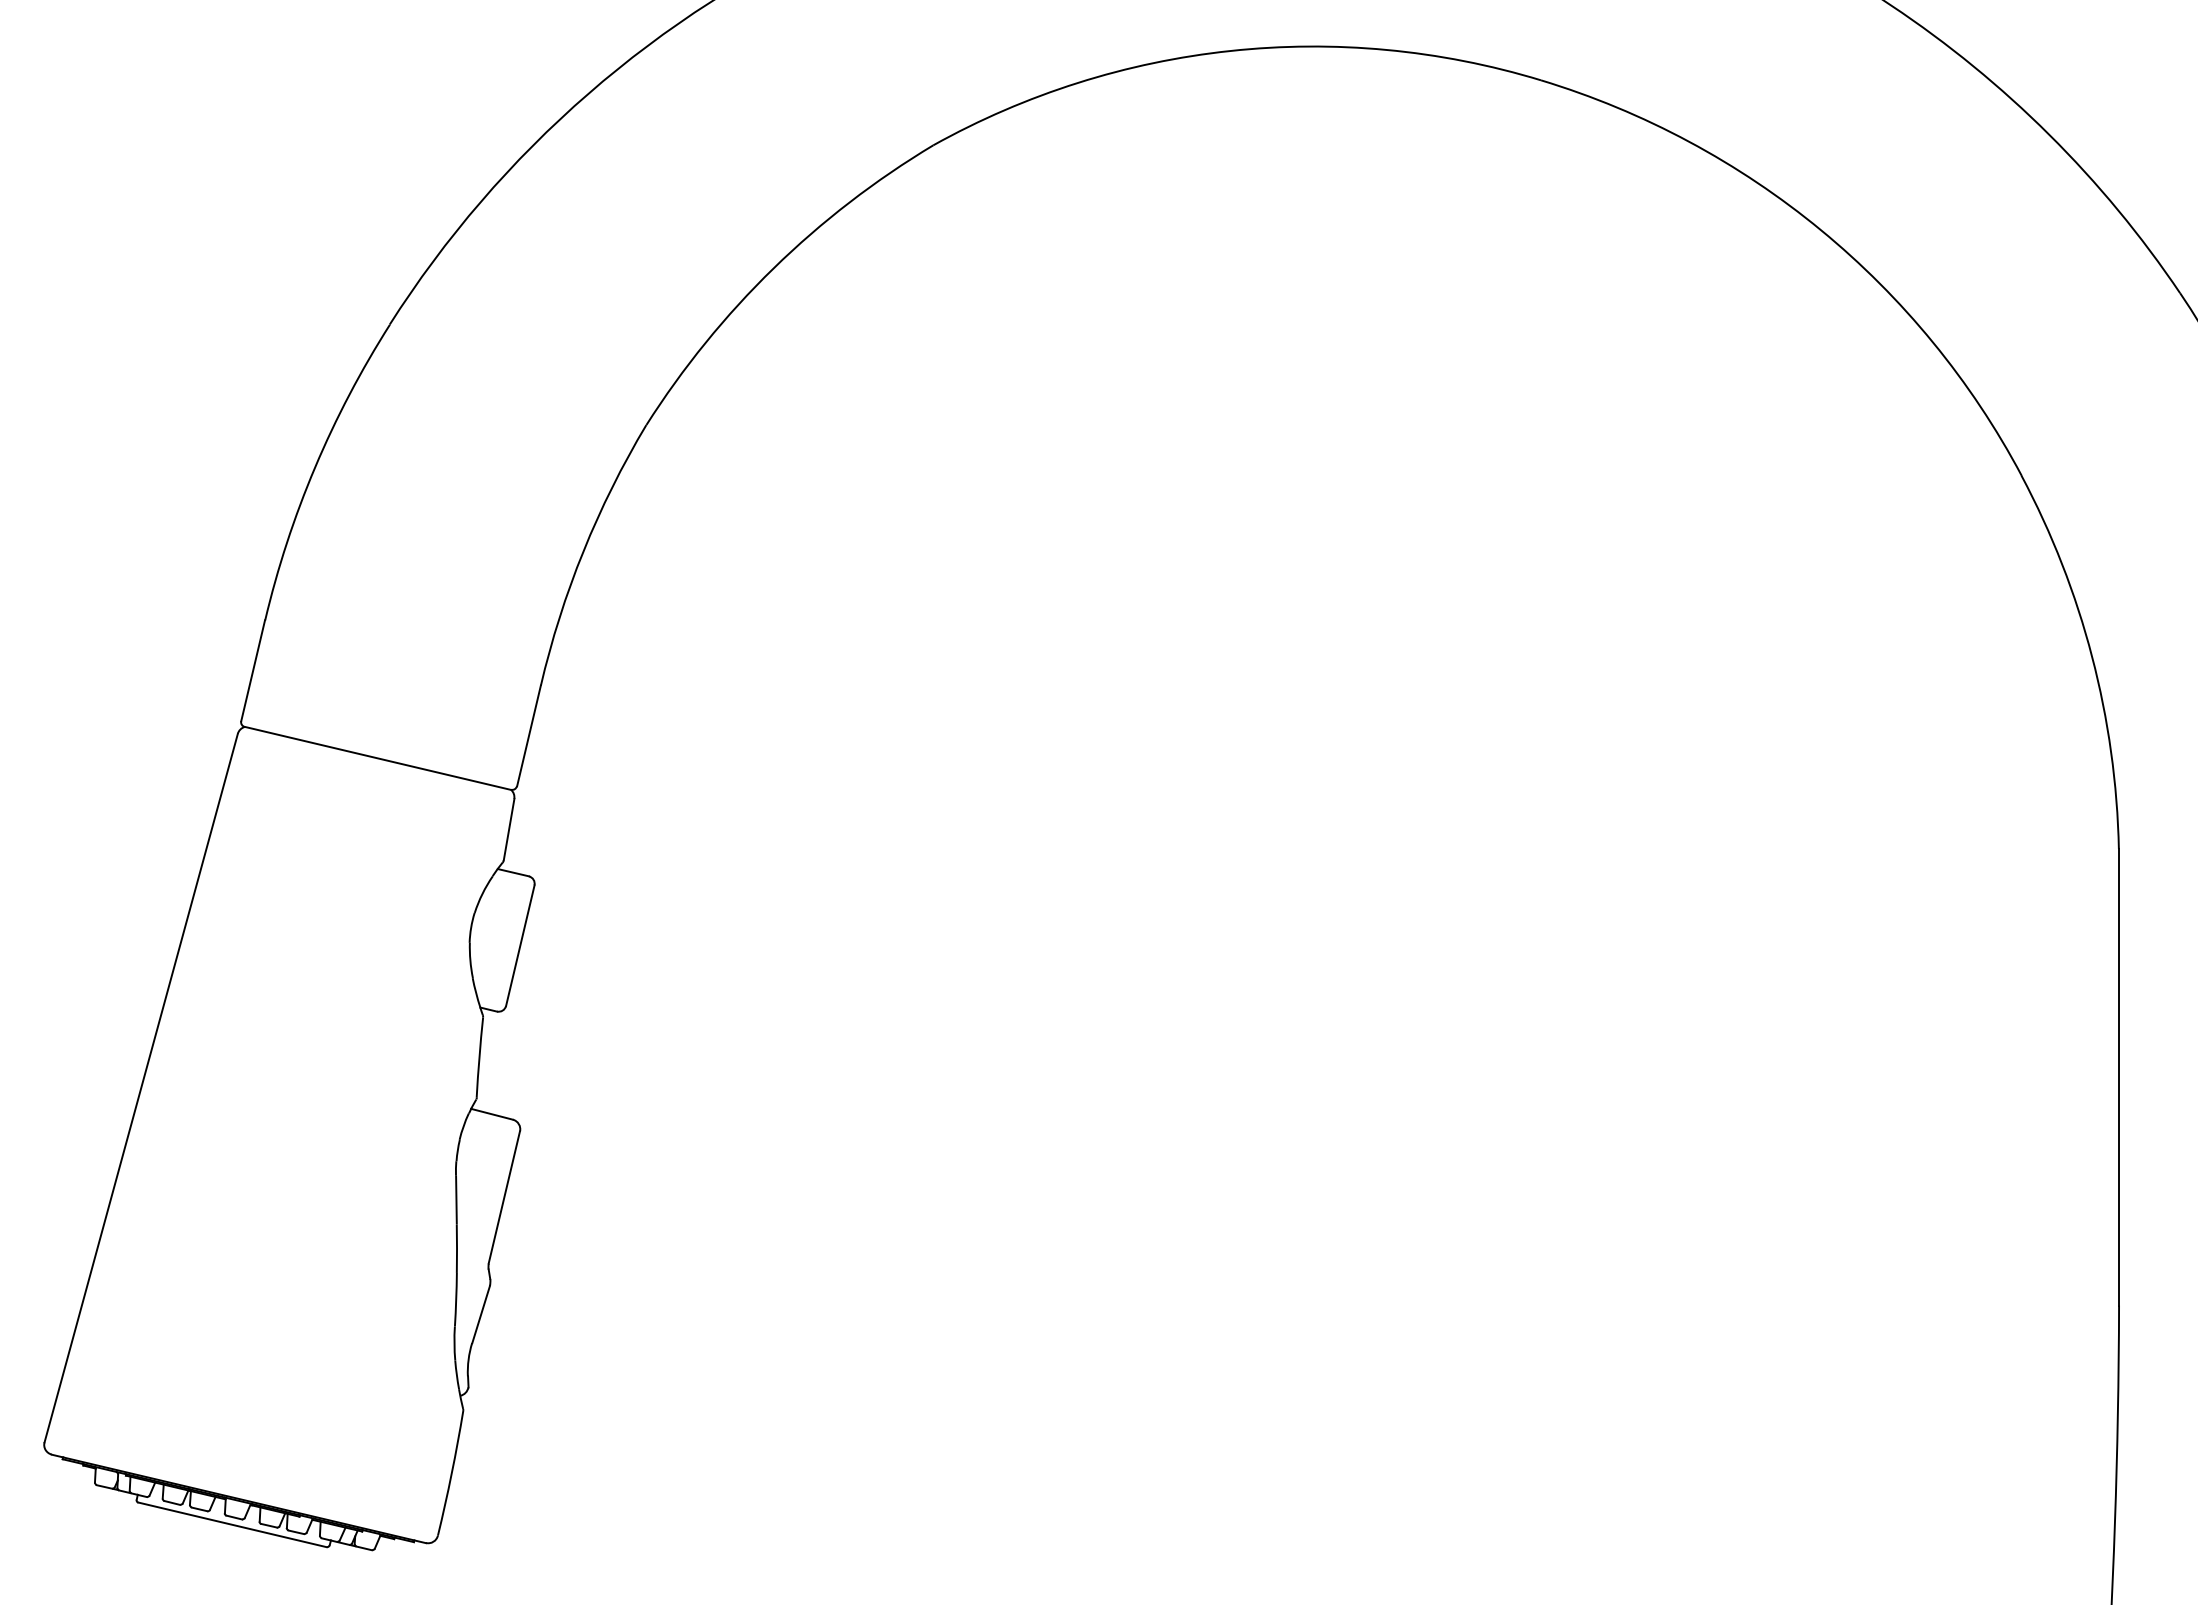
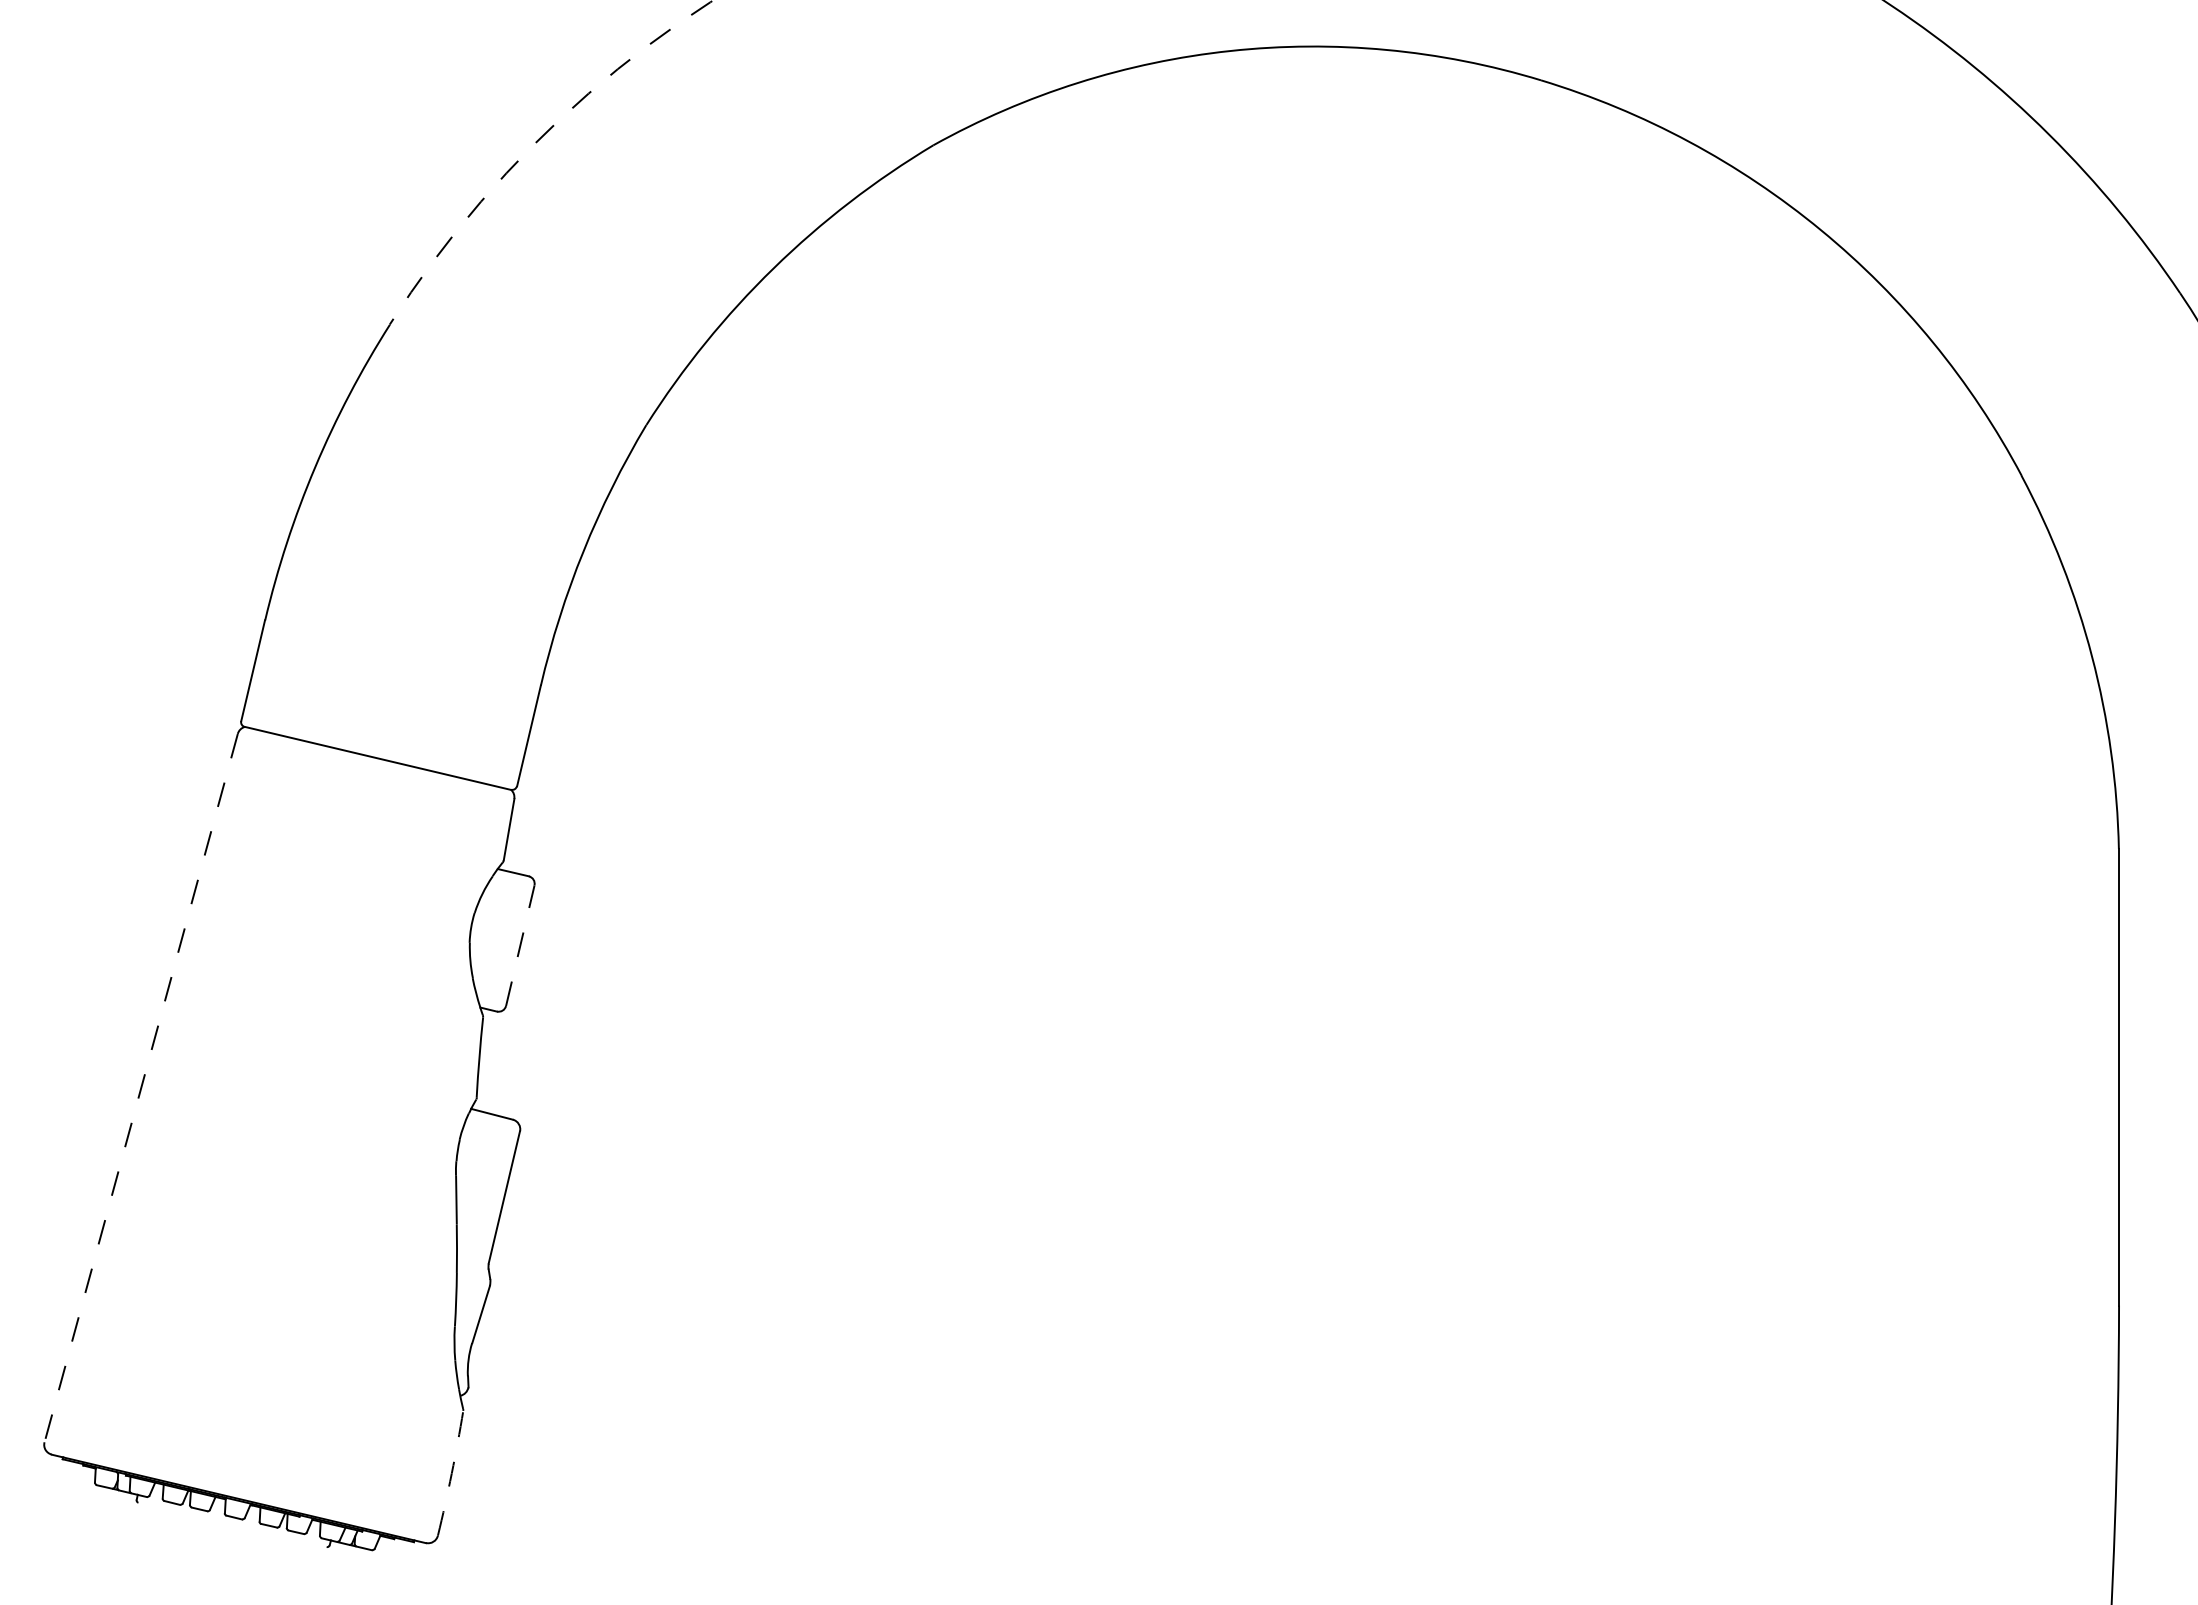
arc at (534, 144): solid -> dashed
line at (520, 945): solid -> dashed
line at (141, 1088): solid -> dashed
arc at (451, 1473): solid -> dashed
line at (232, 1524): present -> none
